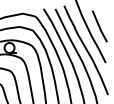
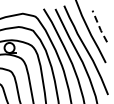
line at (99, 26): solid -> dashed
